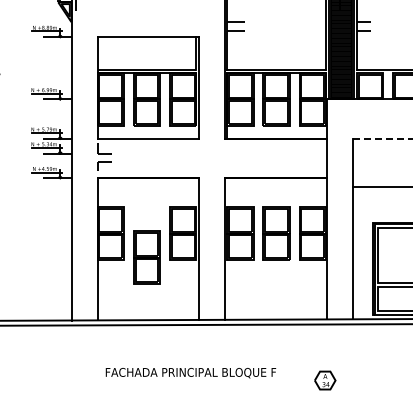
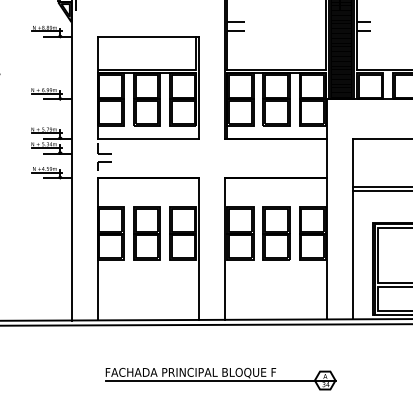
line at (382, 138): dashed -> solid
line at (380, 191): none -> present
part at (146, 257) position: (146, 257) -> (146, 233)
line at (220, 380): none -> present
